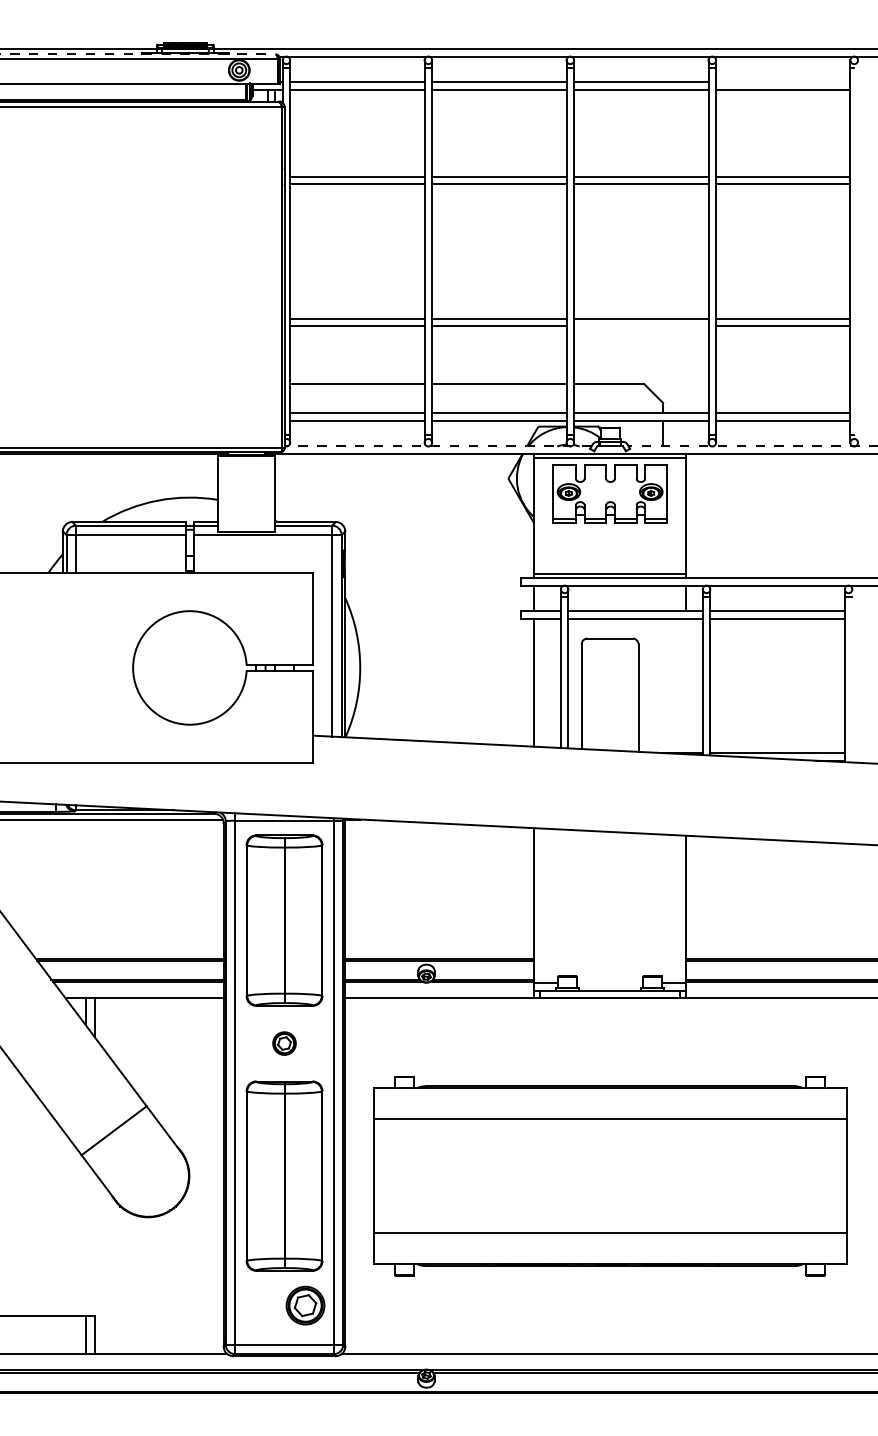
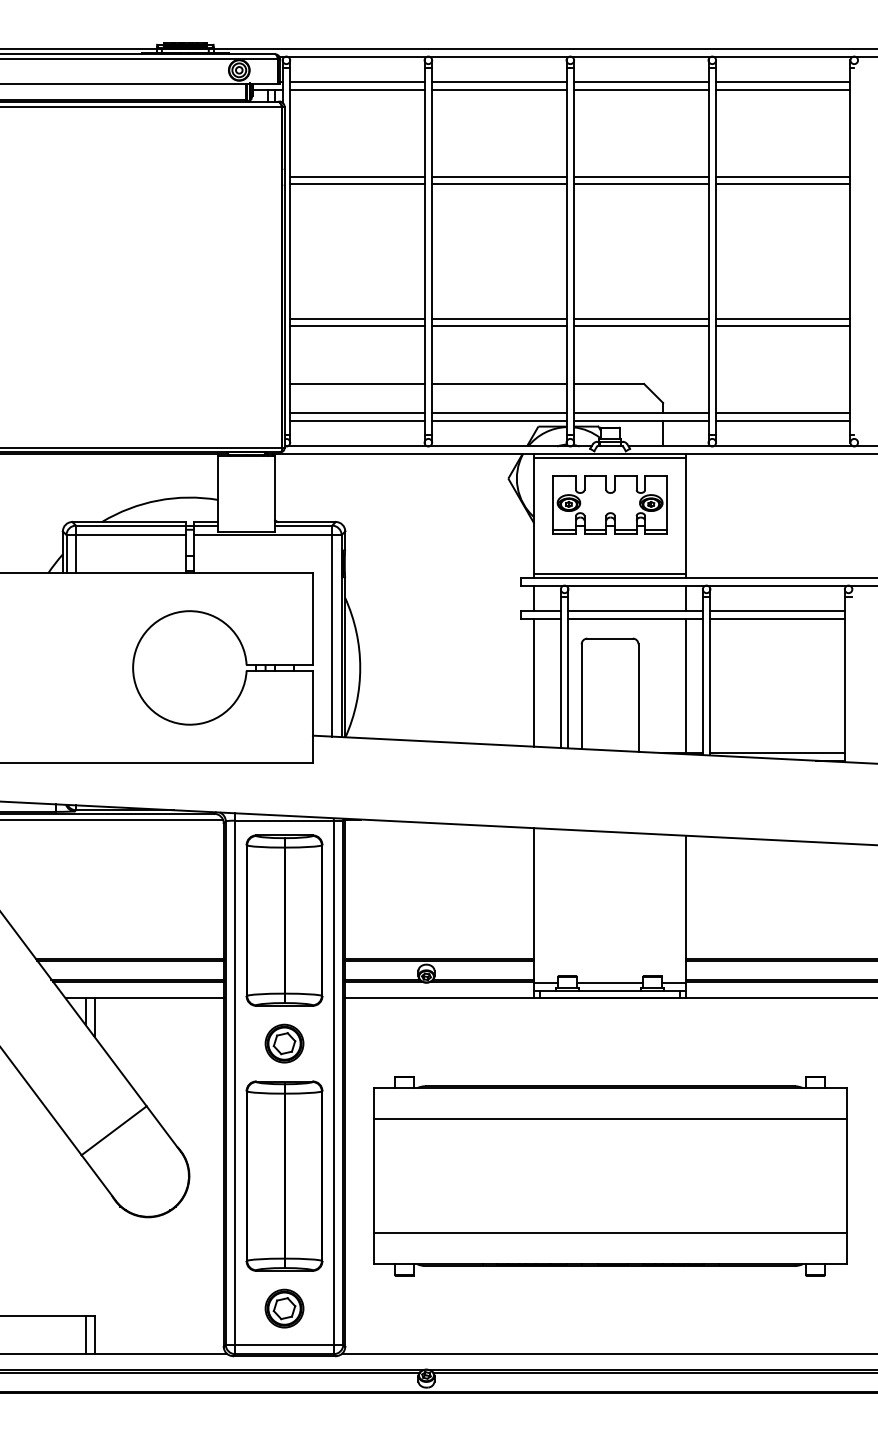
line at (138, 54): dashed -> solid
line at (783, 82): none -> present
line at (641, 326): none -> present
line at (438, 446): dashed -> solid
line at (752, 446): dashed -> solid
part at (609, 493) position: (609, 493) -> (609, 504)
line at (685, 685): none -> present
line at (609, 983): none -> present
part at (284, 1043) size: 25x25 px -> 41x41 px
part at (305, 1305) position: (305, 1305) -> (284, 1308)
